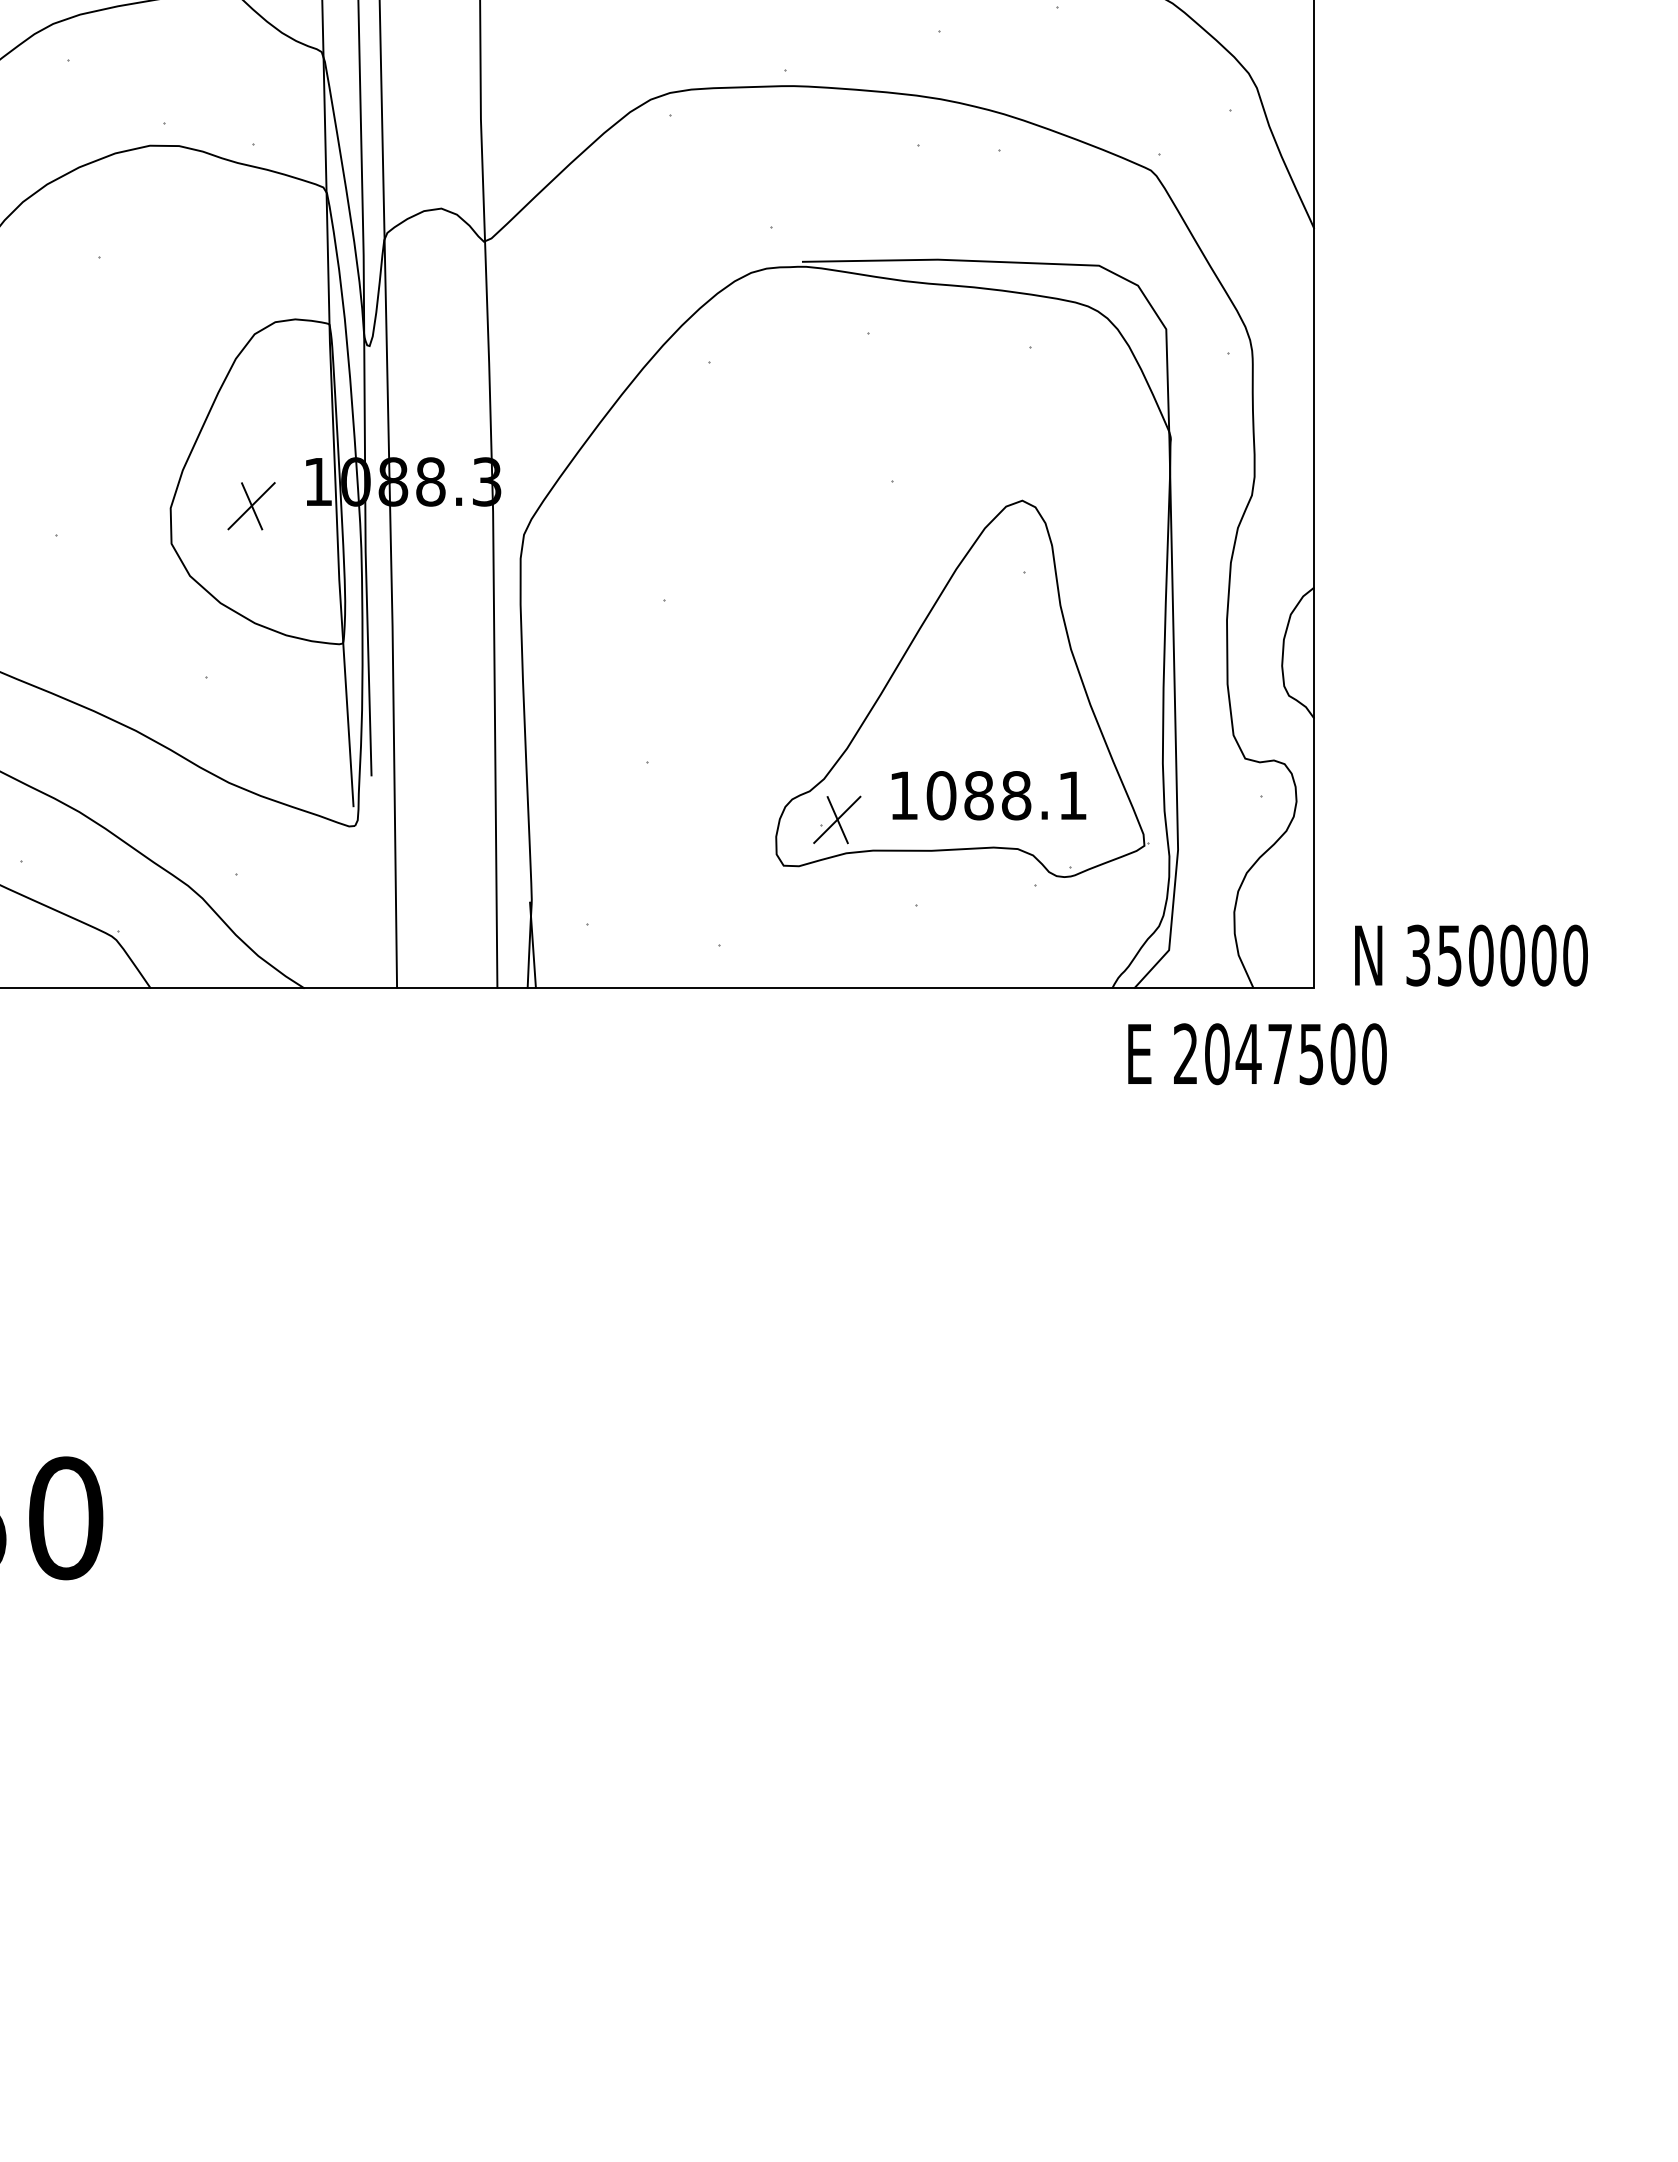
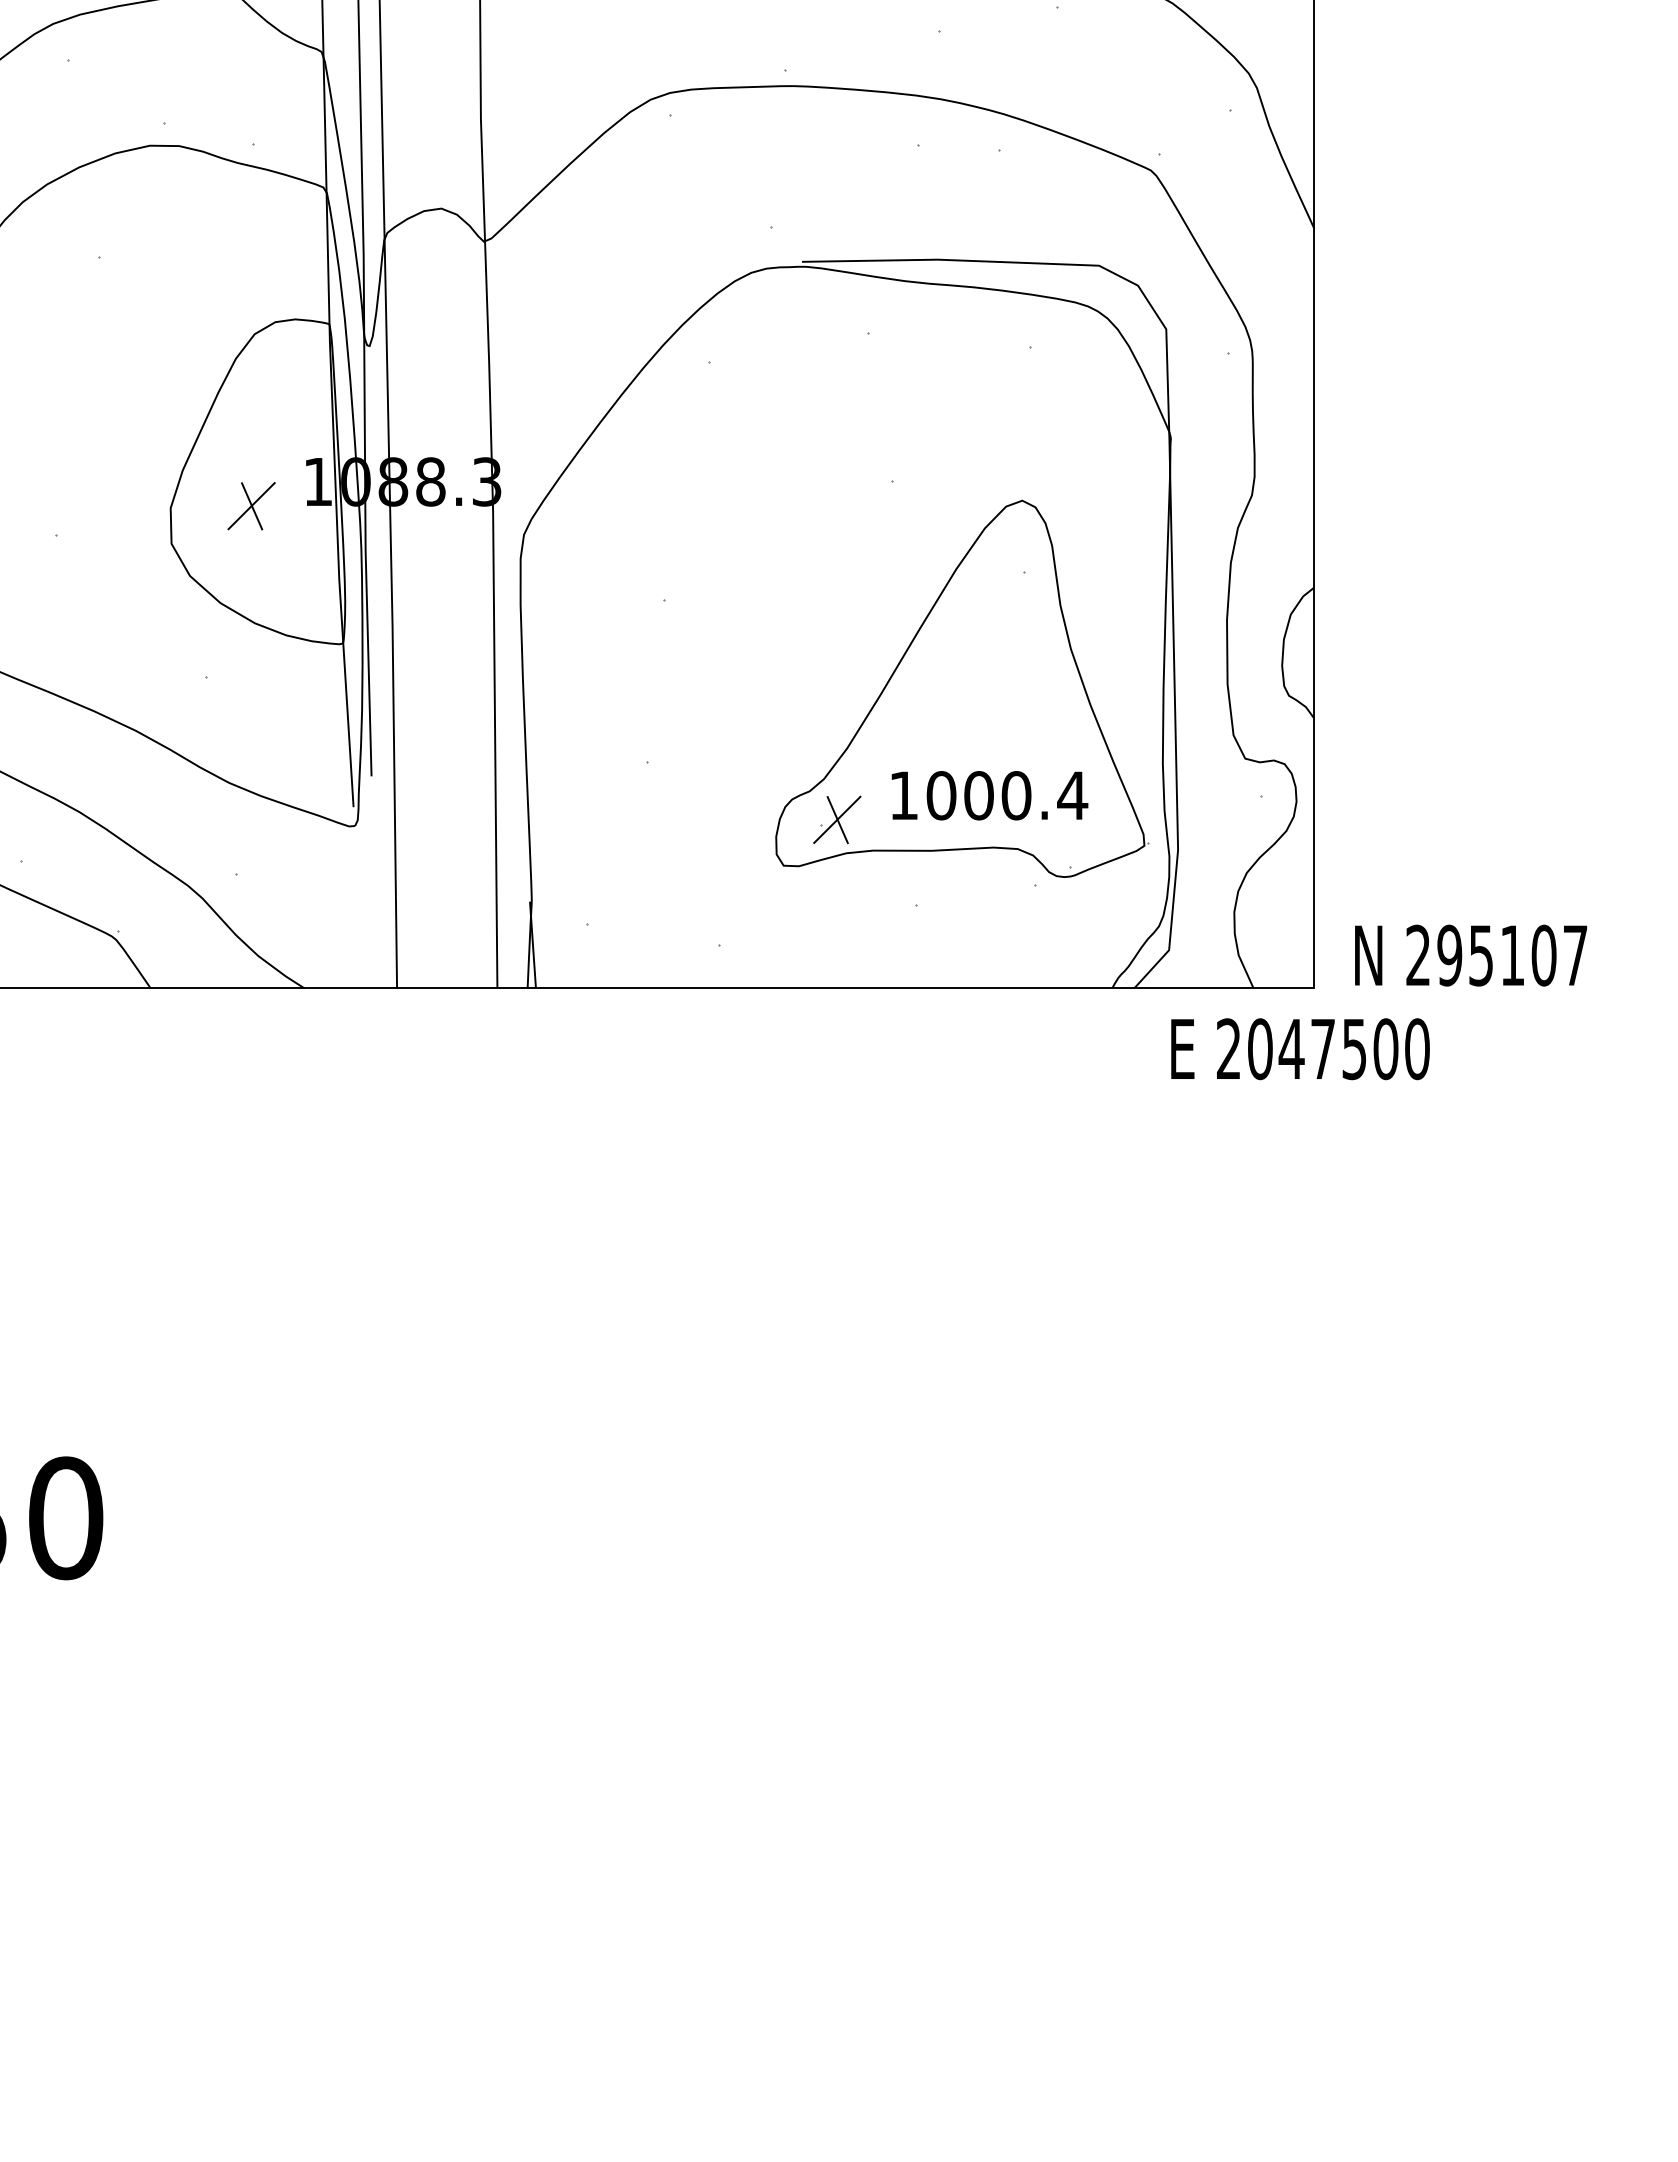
text at (1026, 795): 1088.1 -> 1000.4
text at (1496, 955): 350000 -> 295107
text at (1257, 1054) position: (1257, 1054) -> (1300, 1049)
